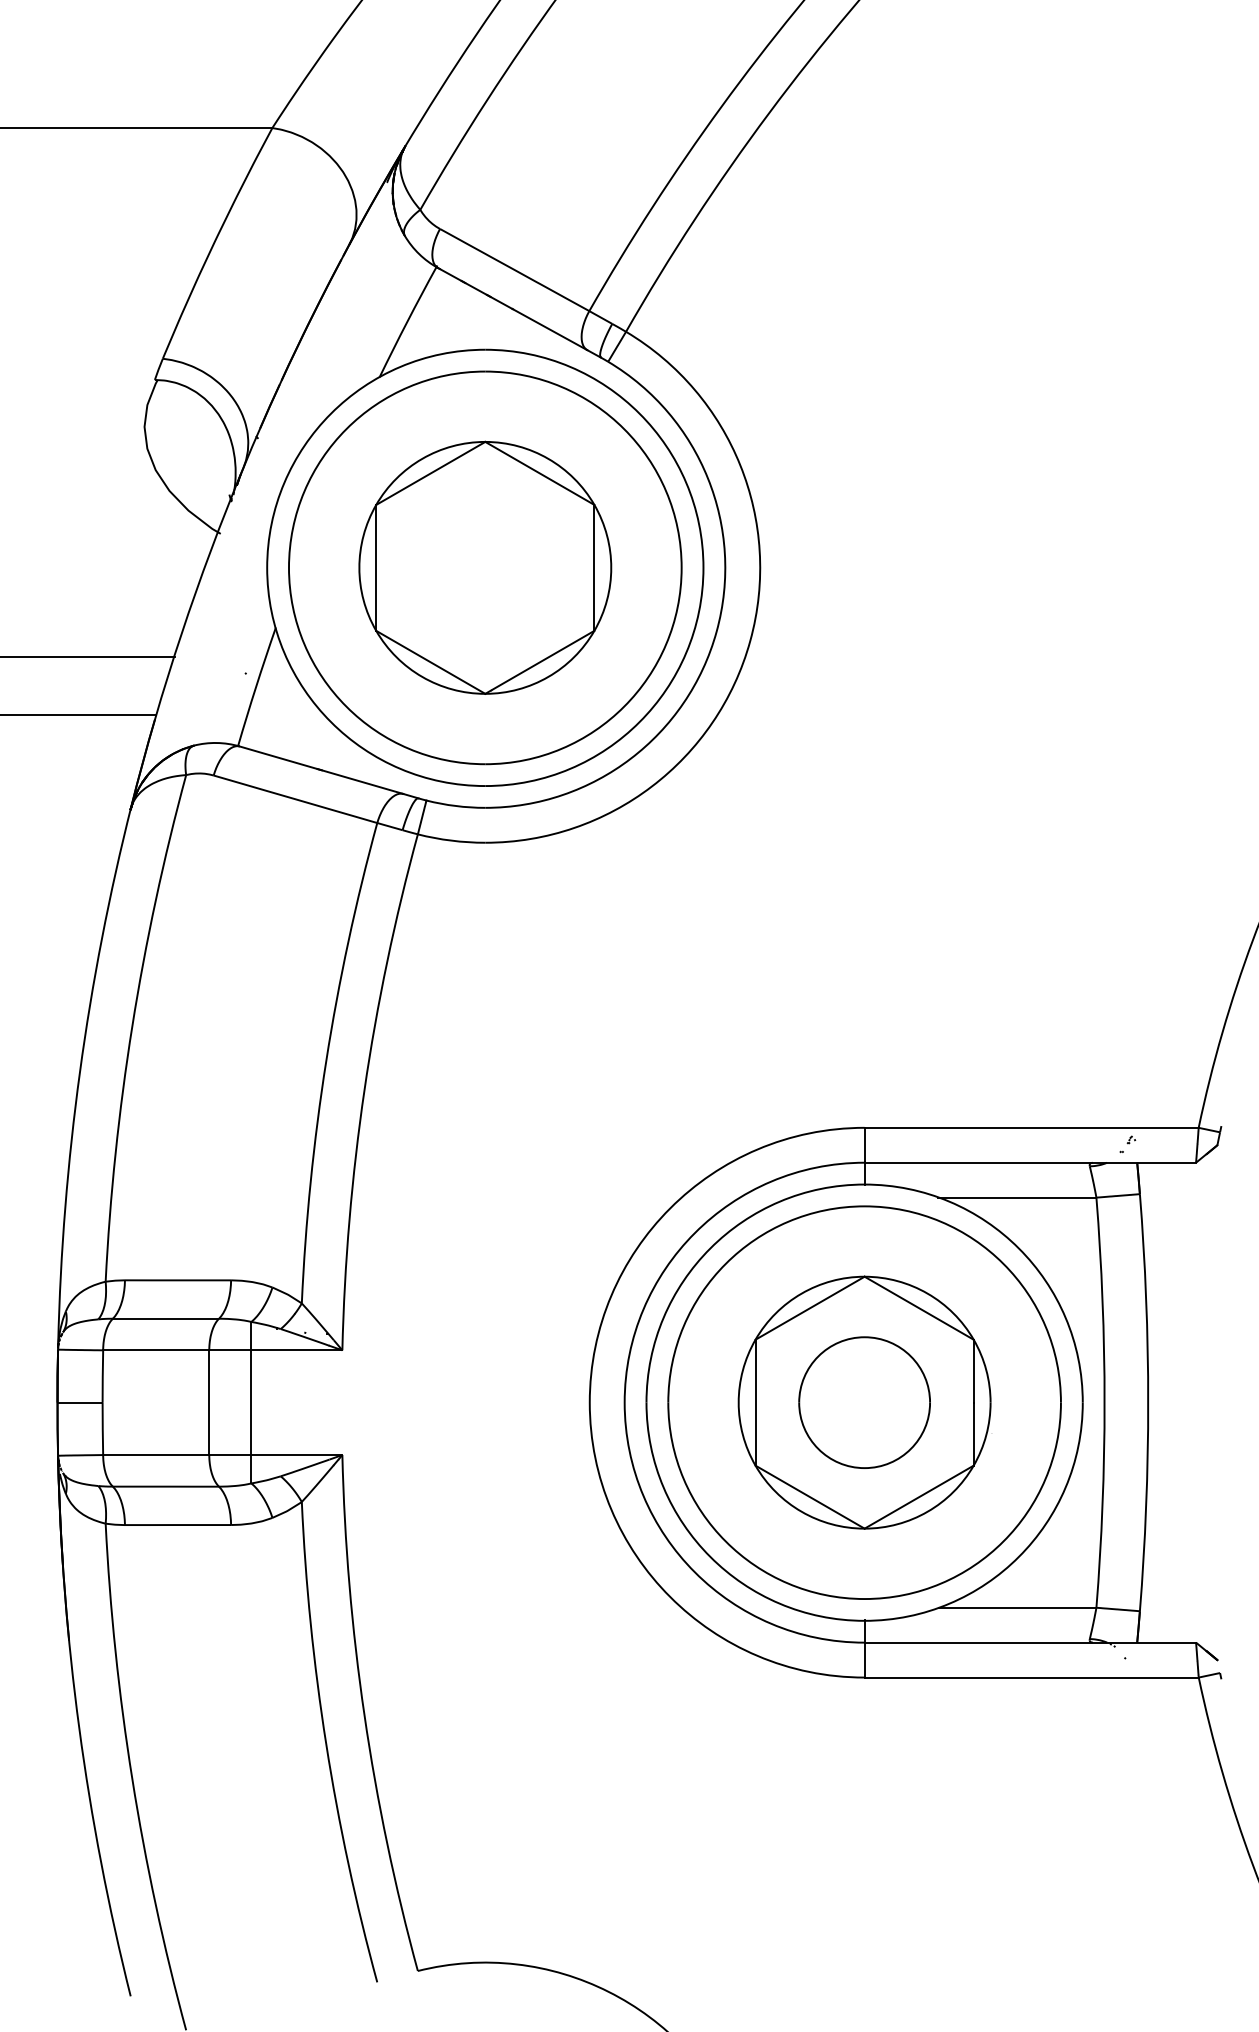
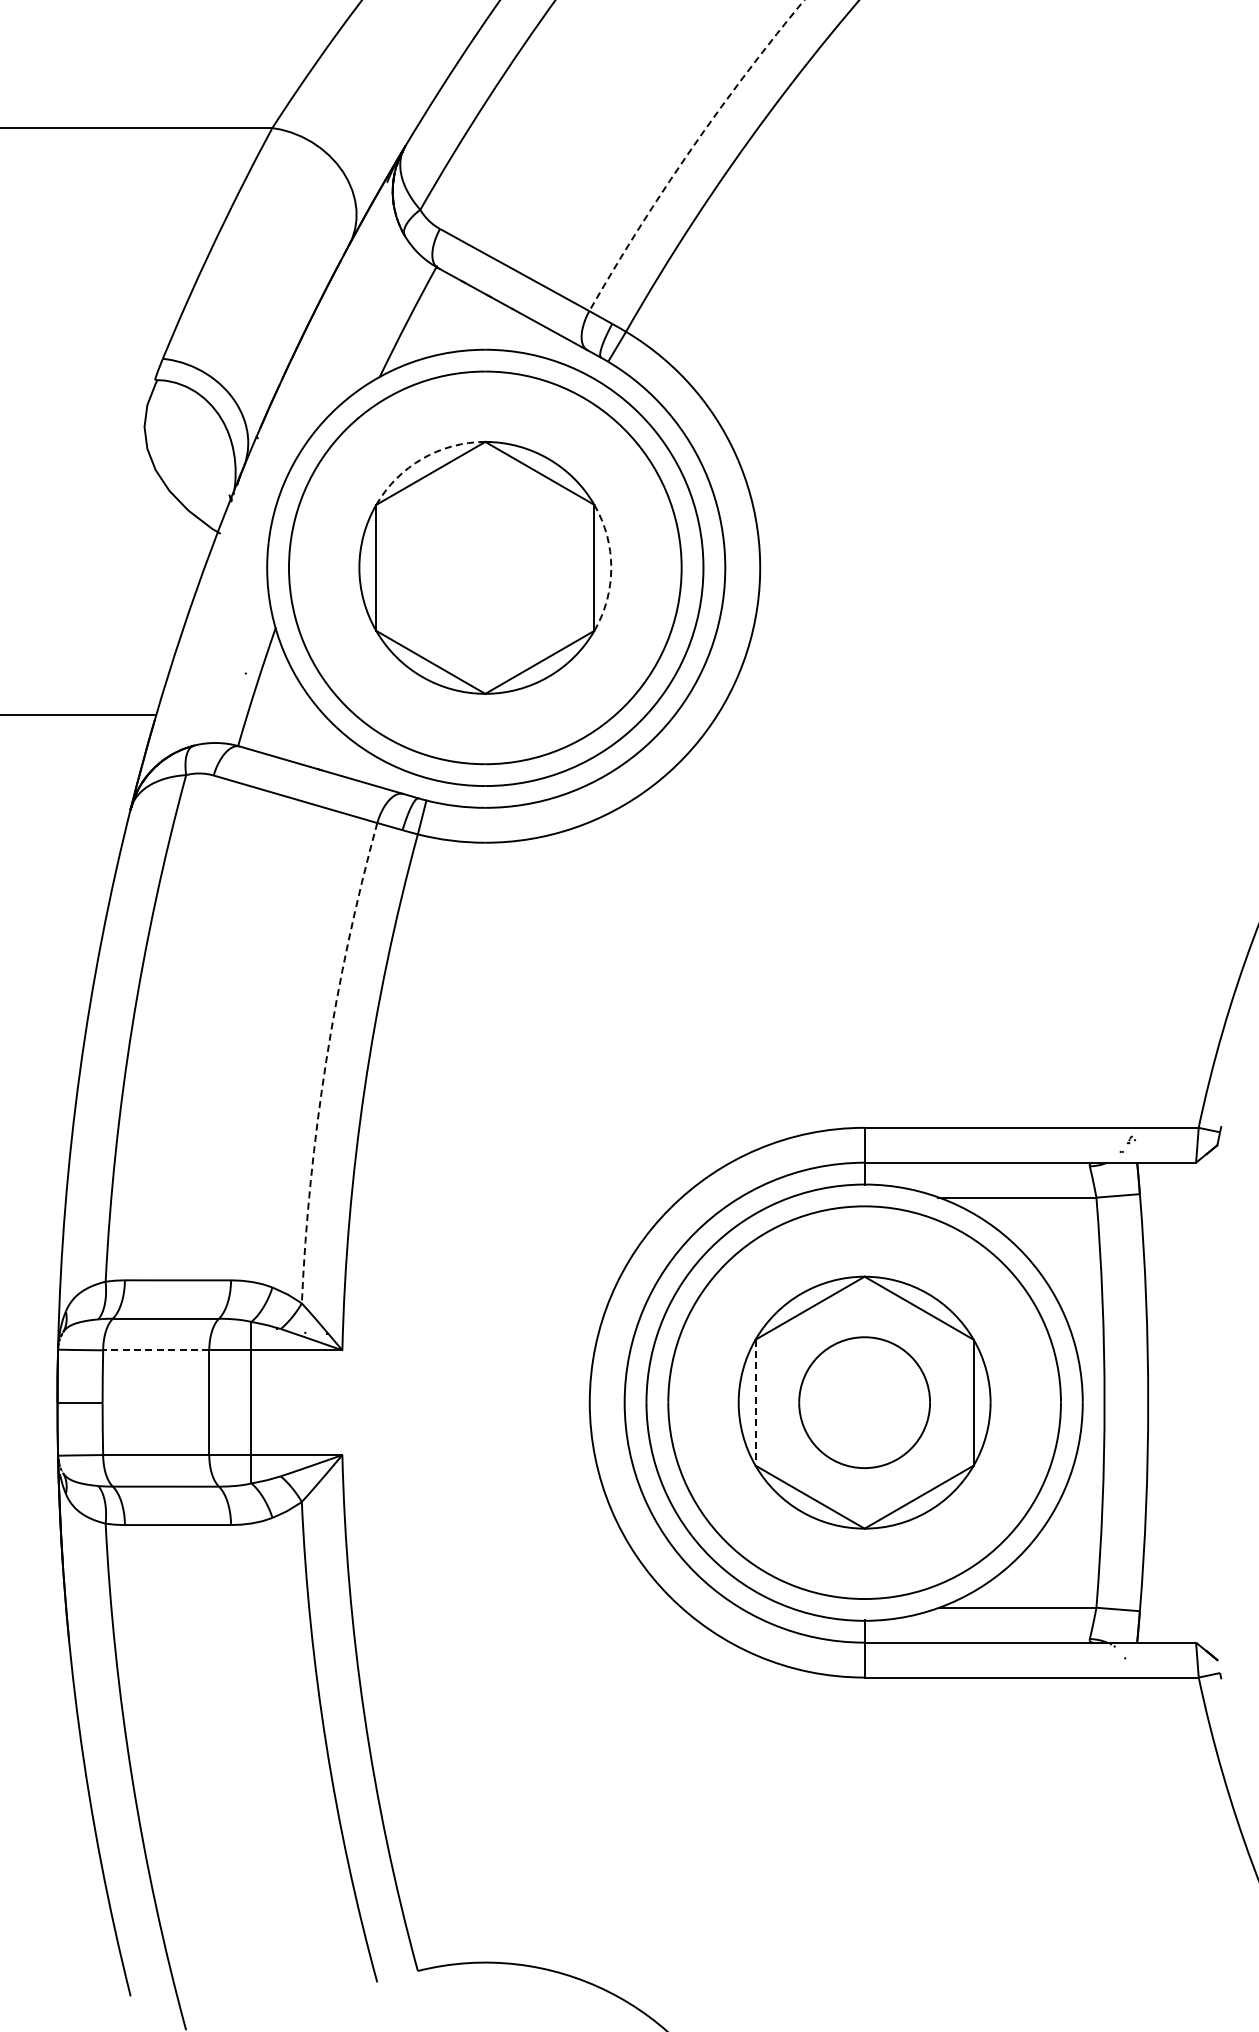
arc at (689, 151): solid -> dashed
arc at (422, 458): solid -> dashed
arc at (611, 567): solid -> dashed
line at (88, 657): present -> none
arc at (326, 1061): solid -> dashed
line at (155, 1350): solid -> dashed
line at (755, 1402): solid -> dashed
